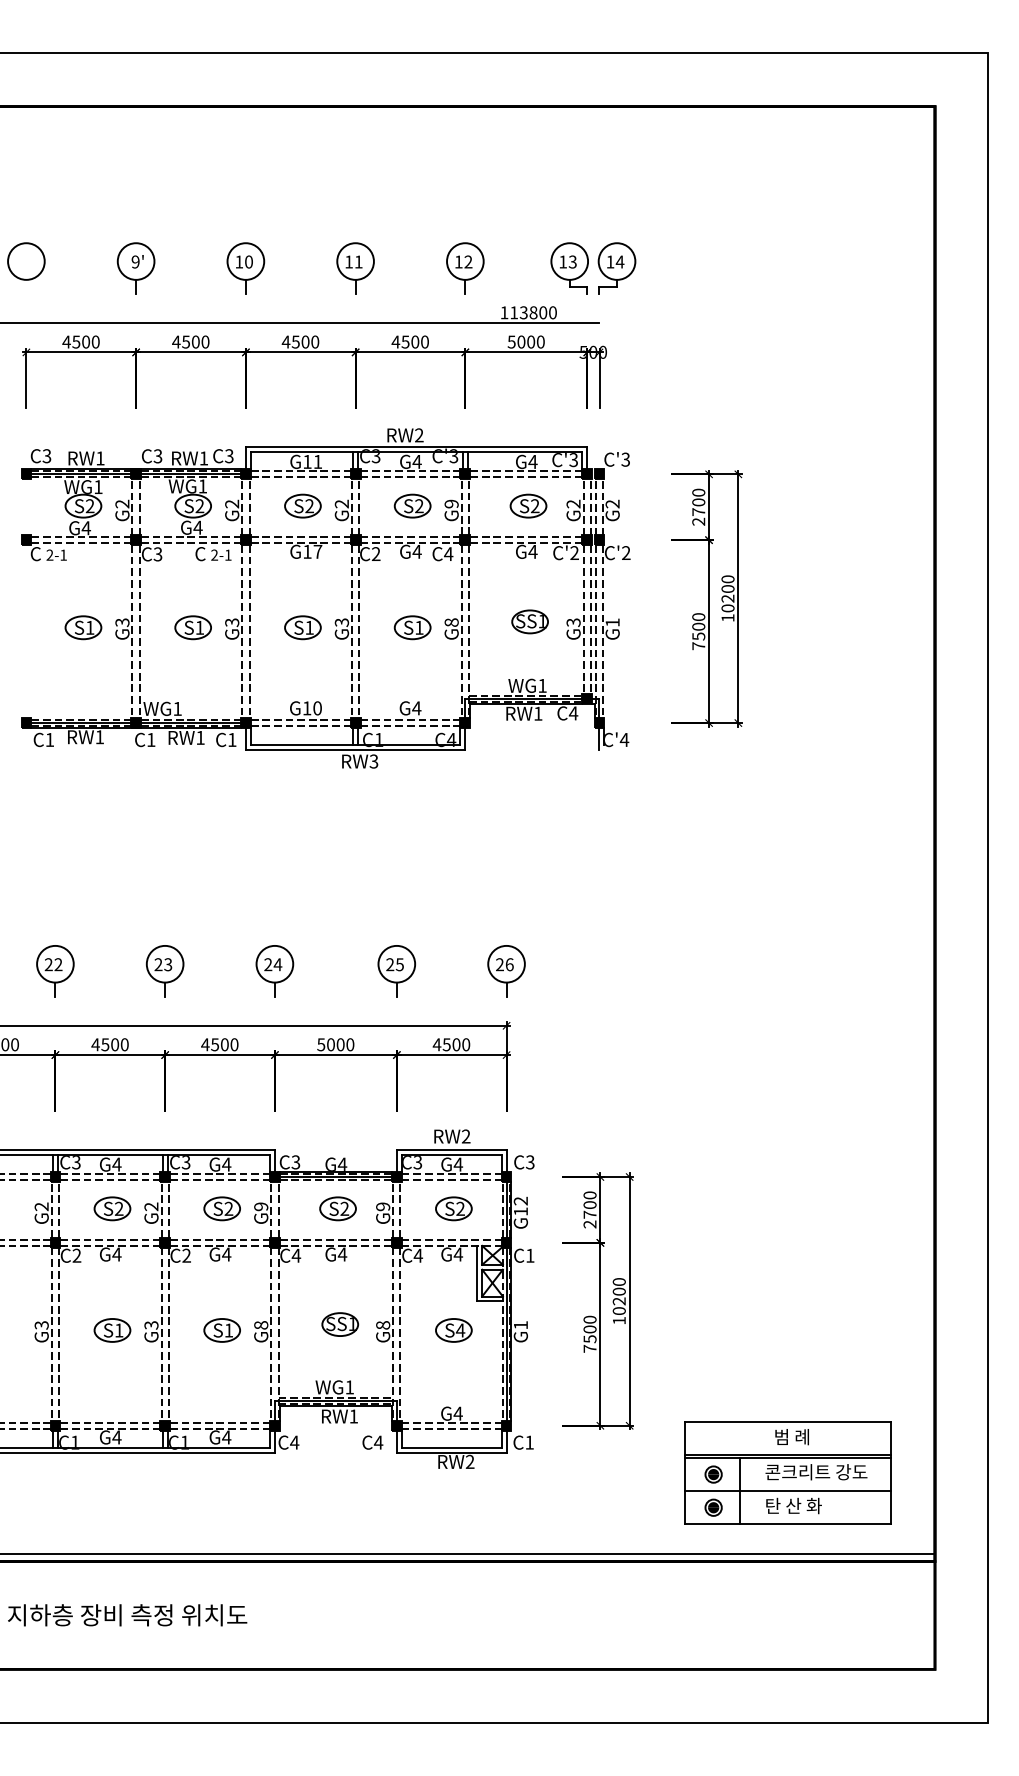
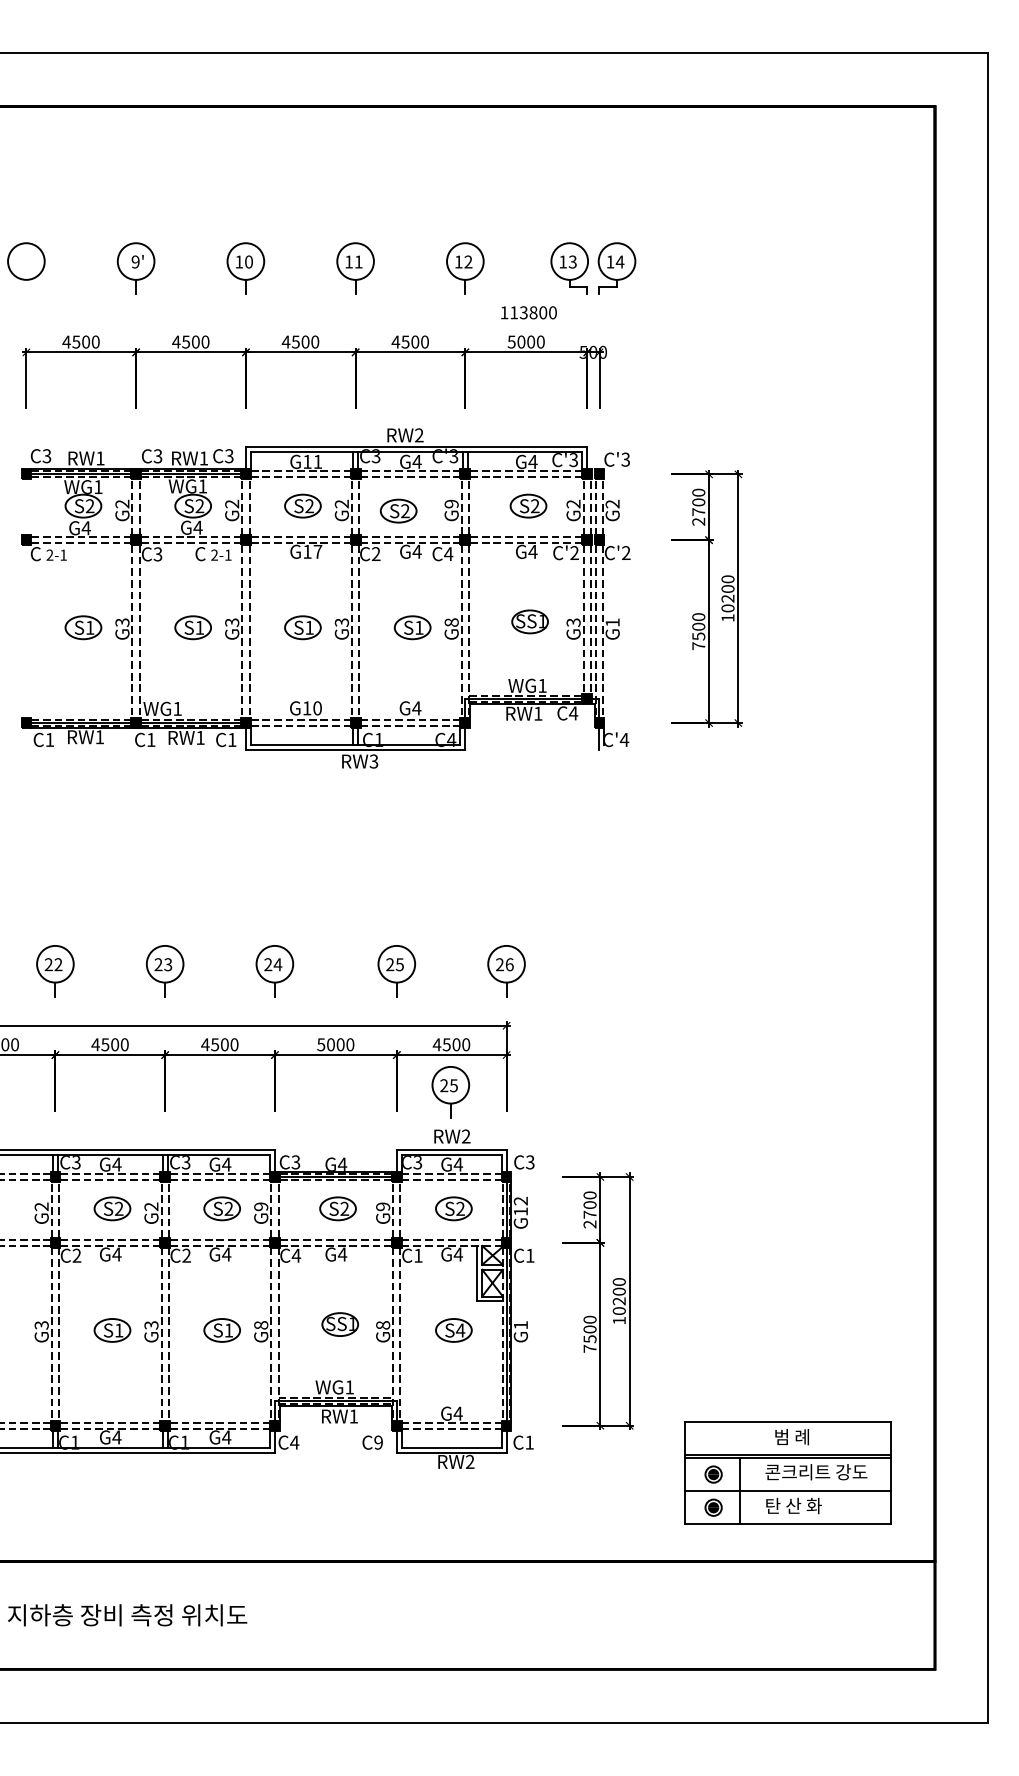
line at (300, 323): present -> none
part at (412, 505) position: (412, 505) -> (398, 510)
part at (450, 1092): none -> present
text at (418, 1255): C4 -> C1
text at (378, 1442): C4 -> C9
line at (468, 1553): present -> none
